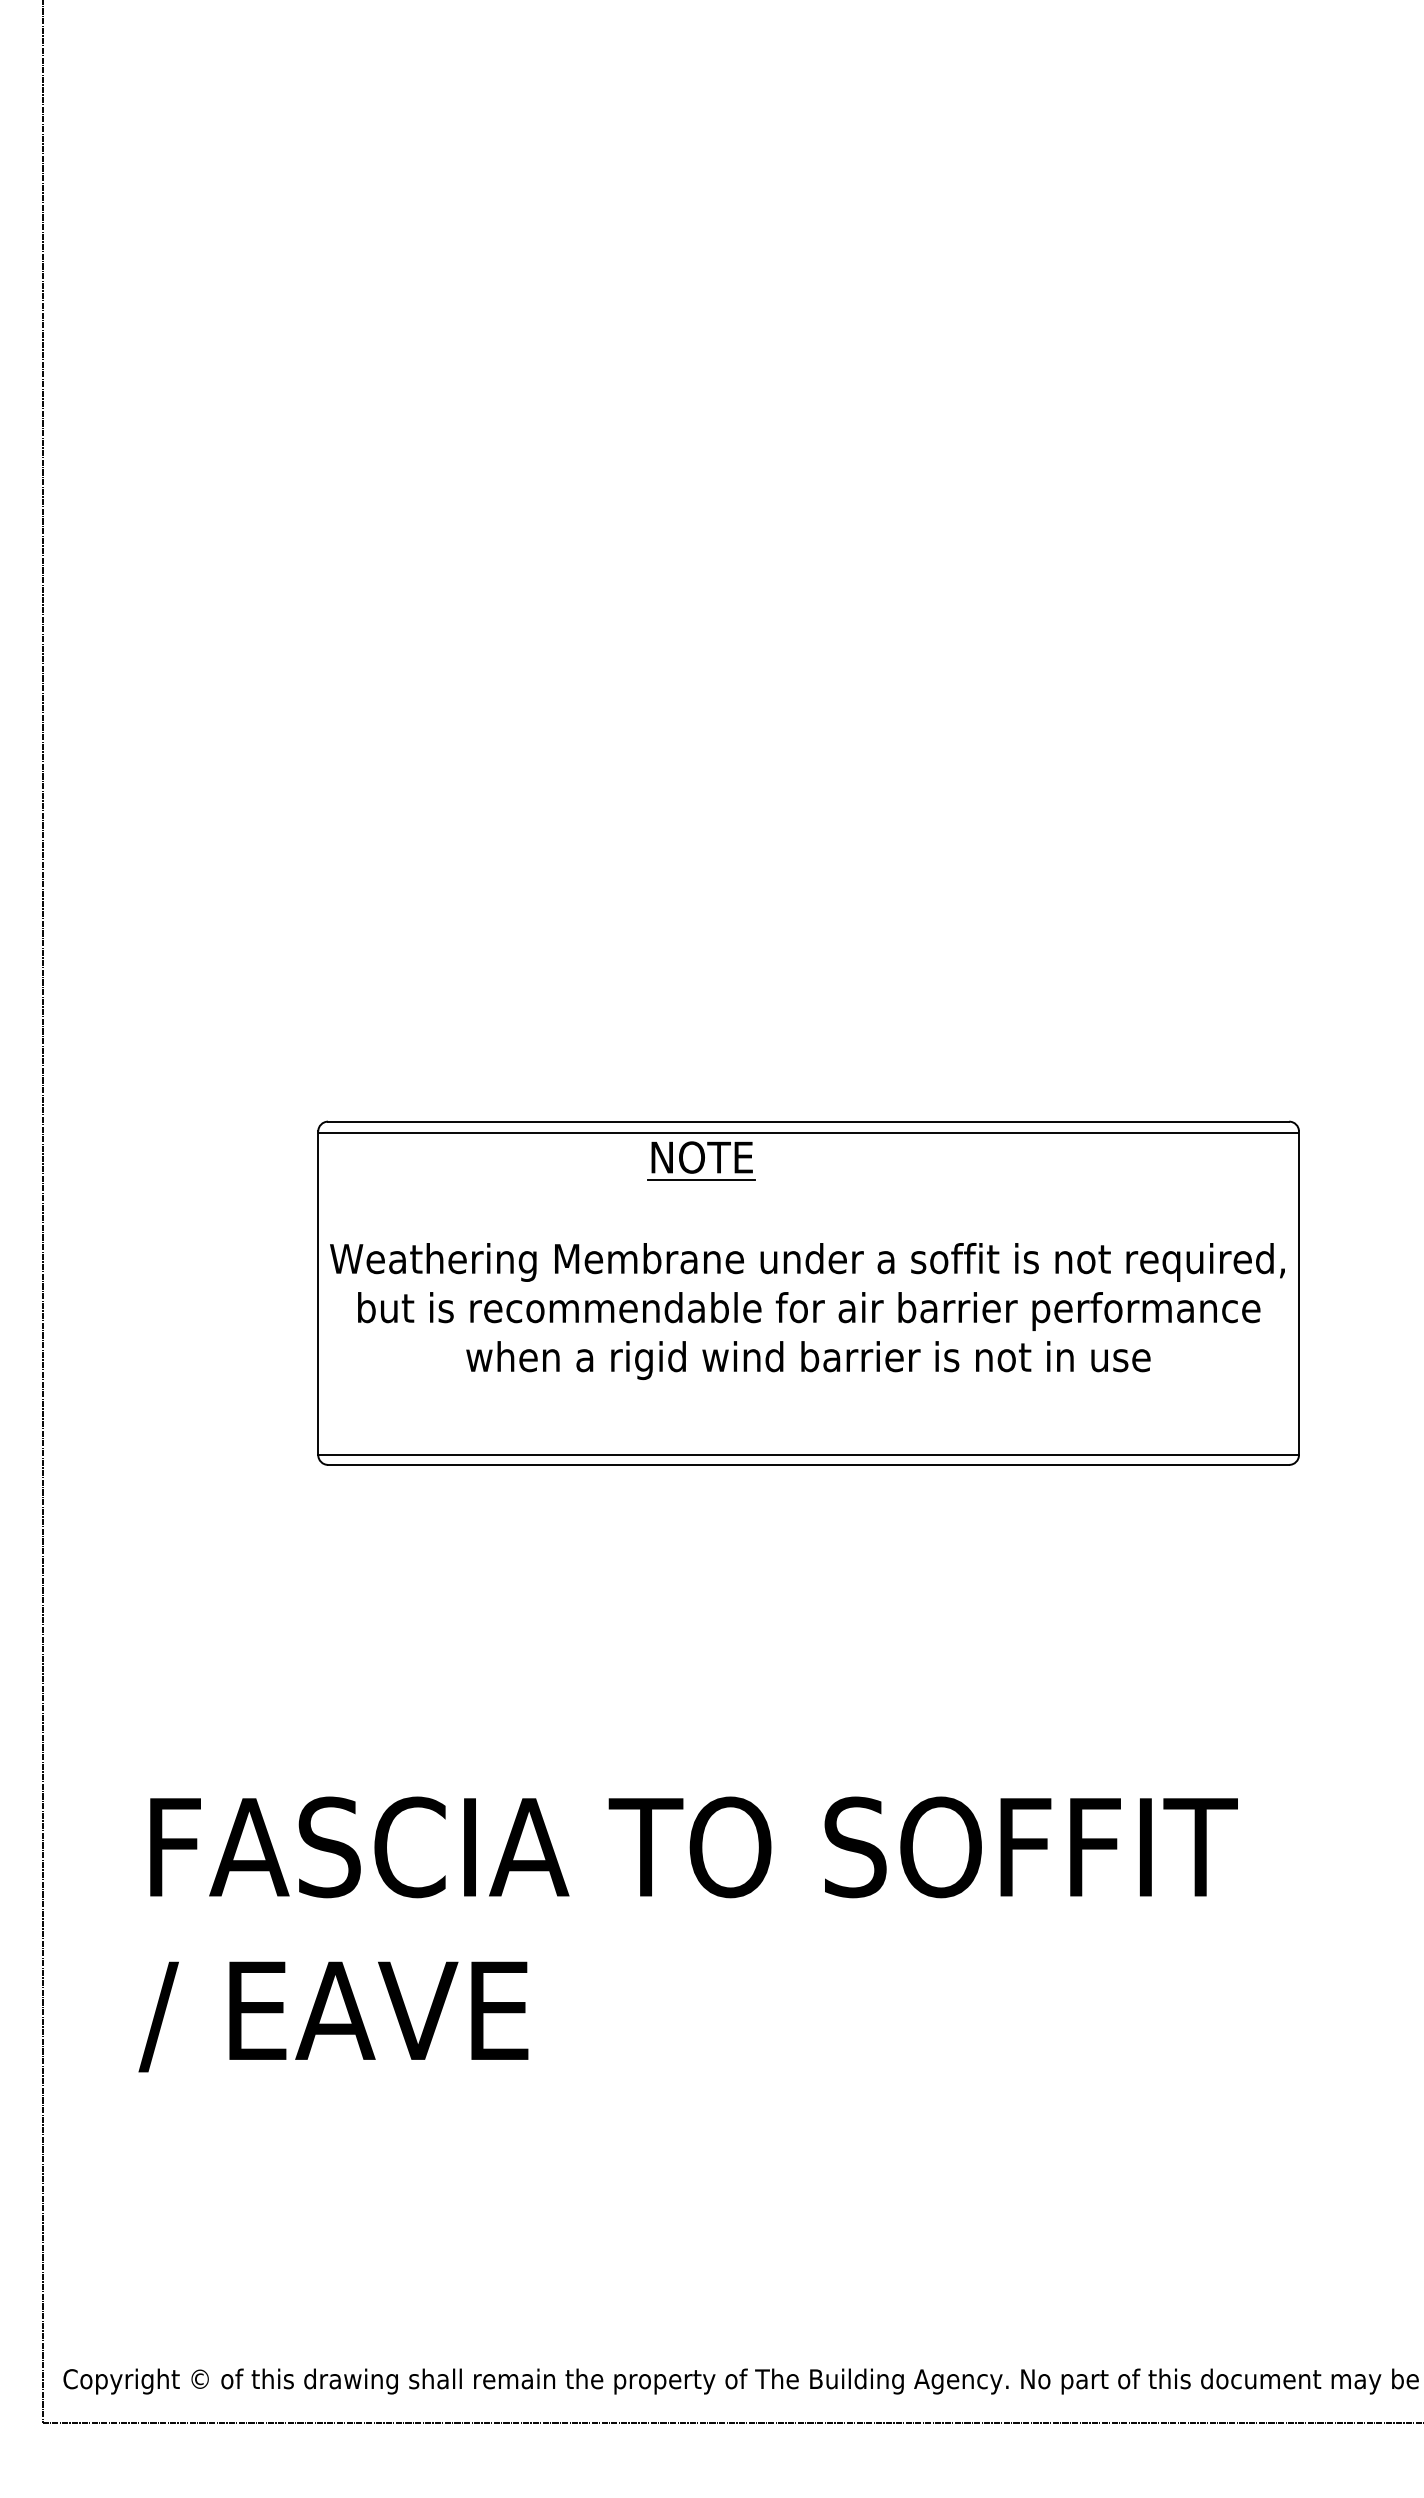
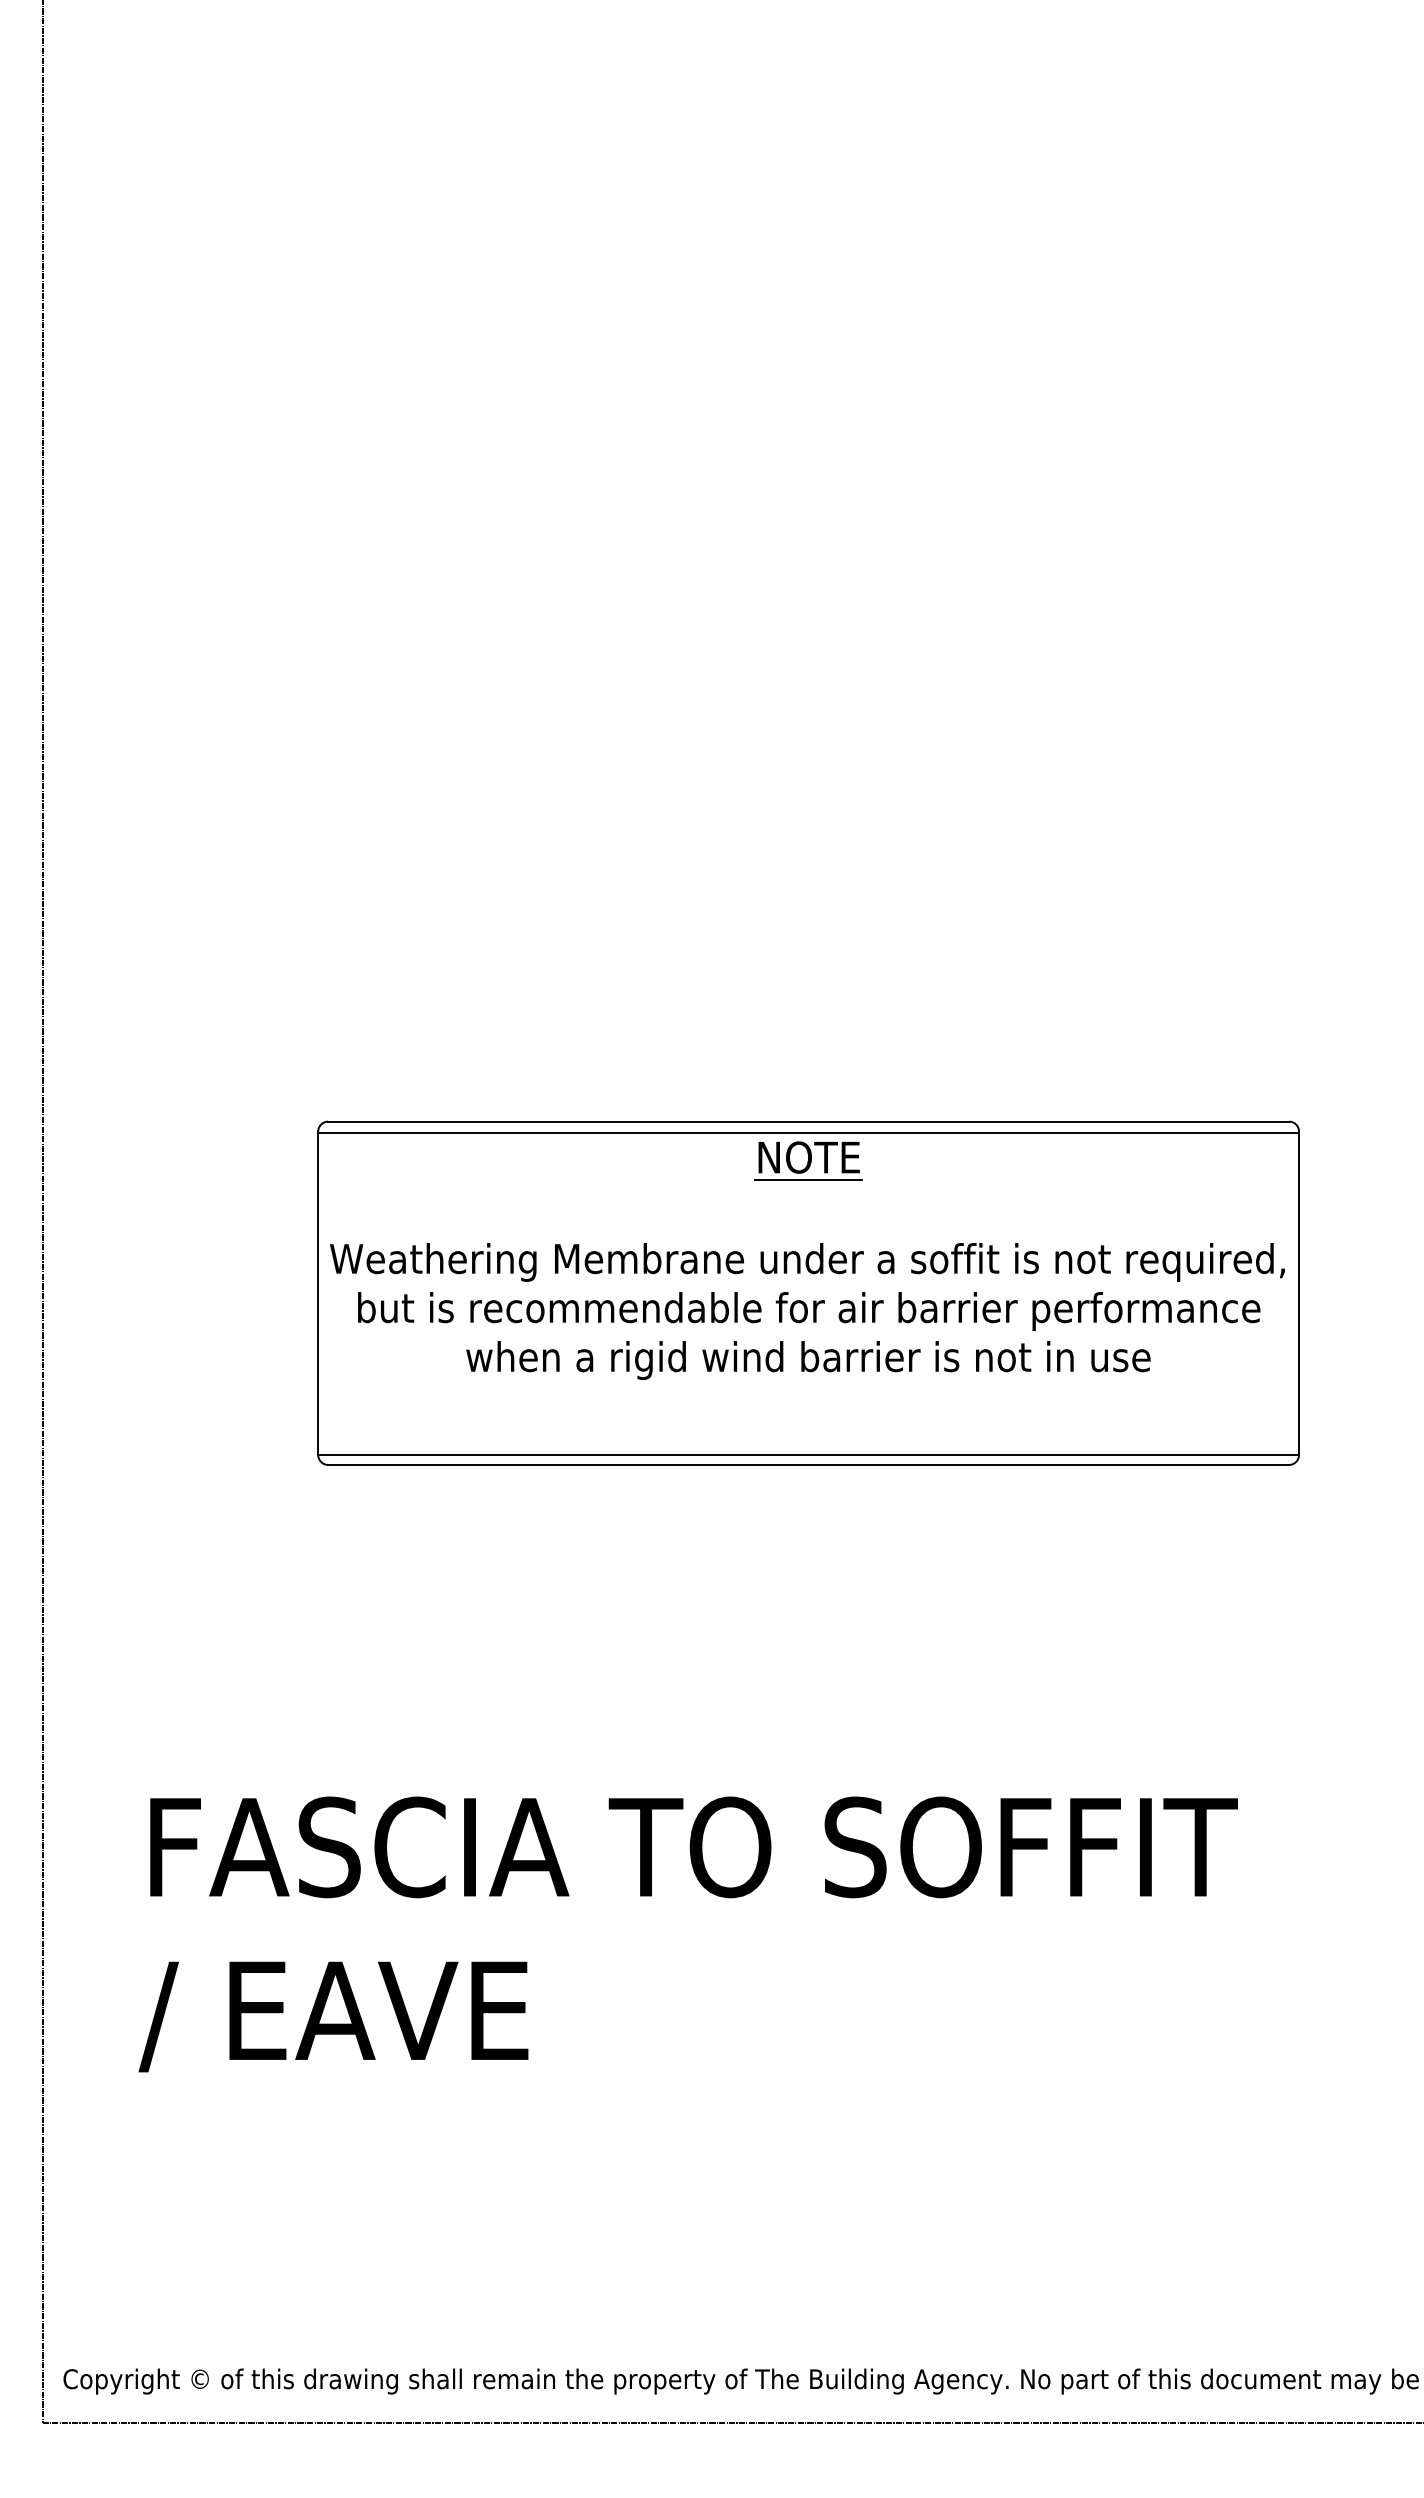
part at (701, 1160) position: (701, 1160) -> (808, 1160)
